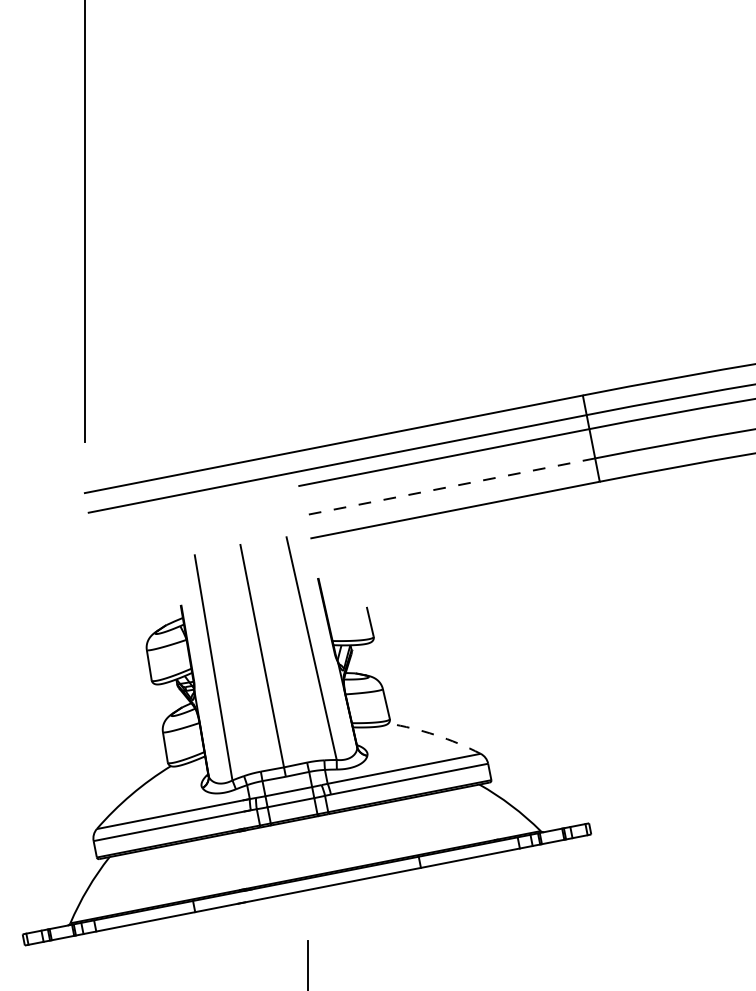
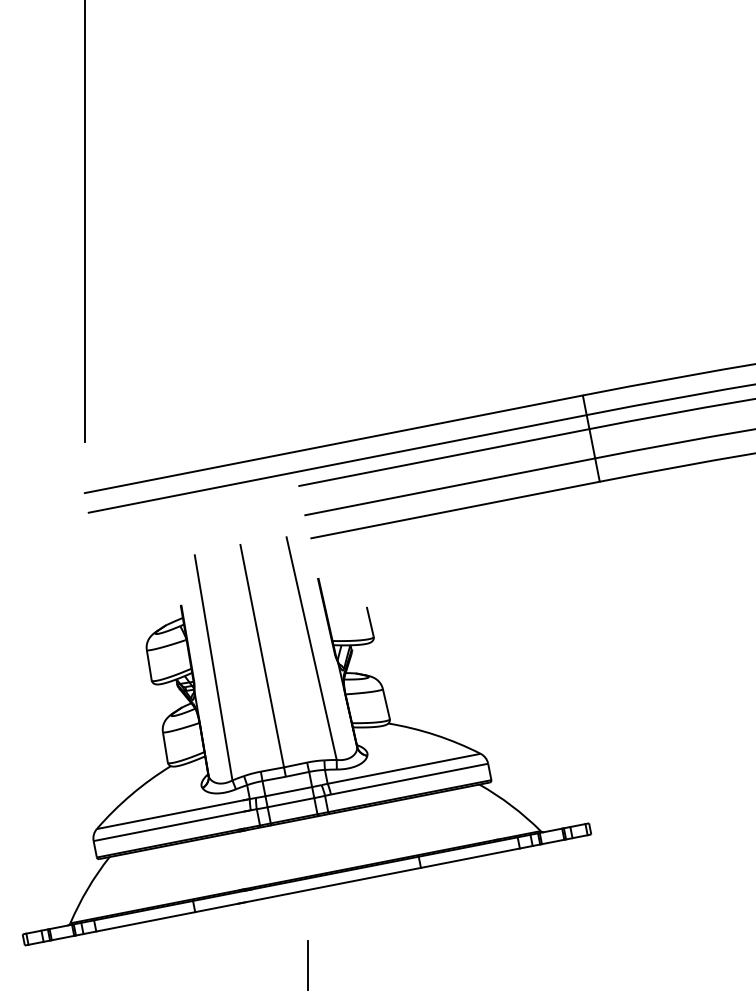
line at (450, 486): dashed -> solid
arc at (435, 735): dashed -> solid
